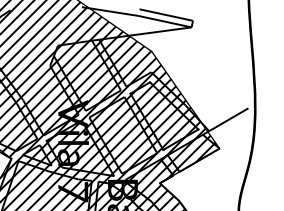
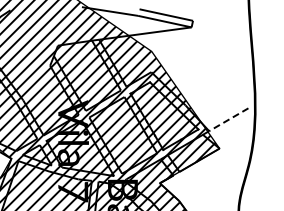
line at (228, 119): solid -> dashed
